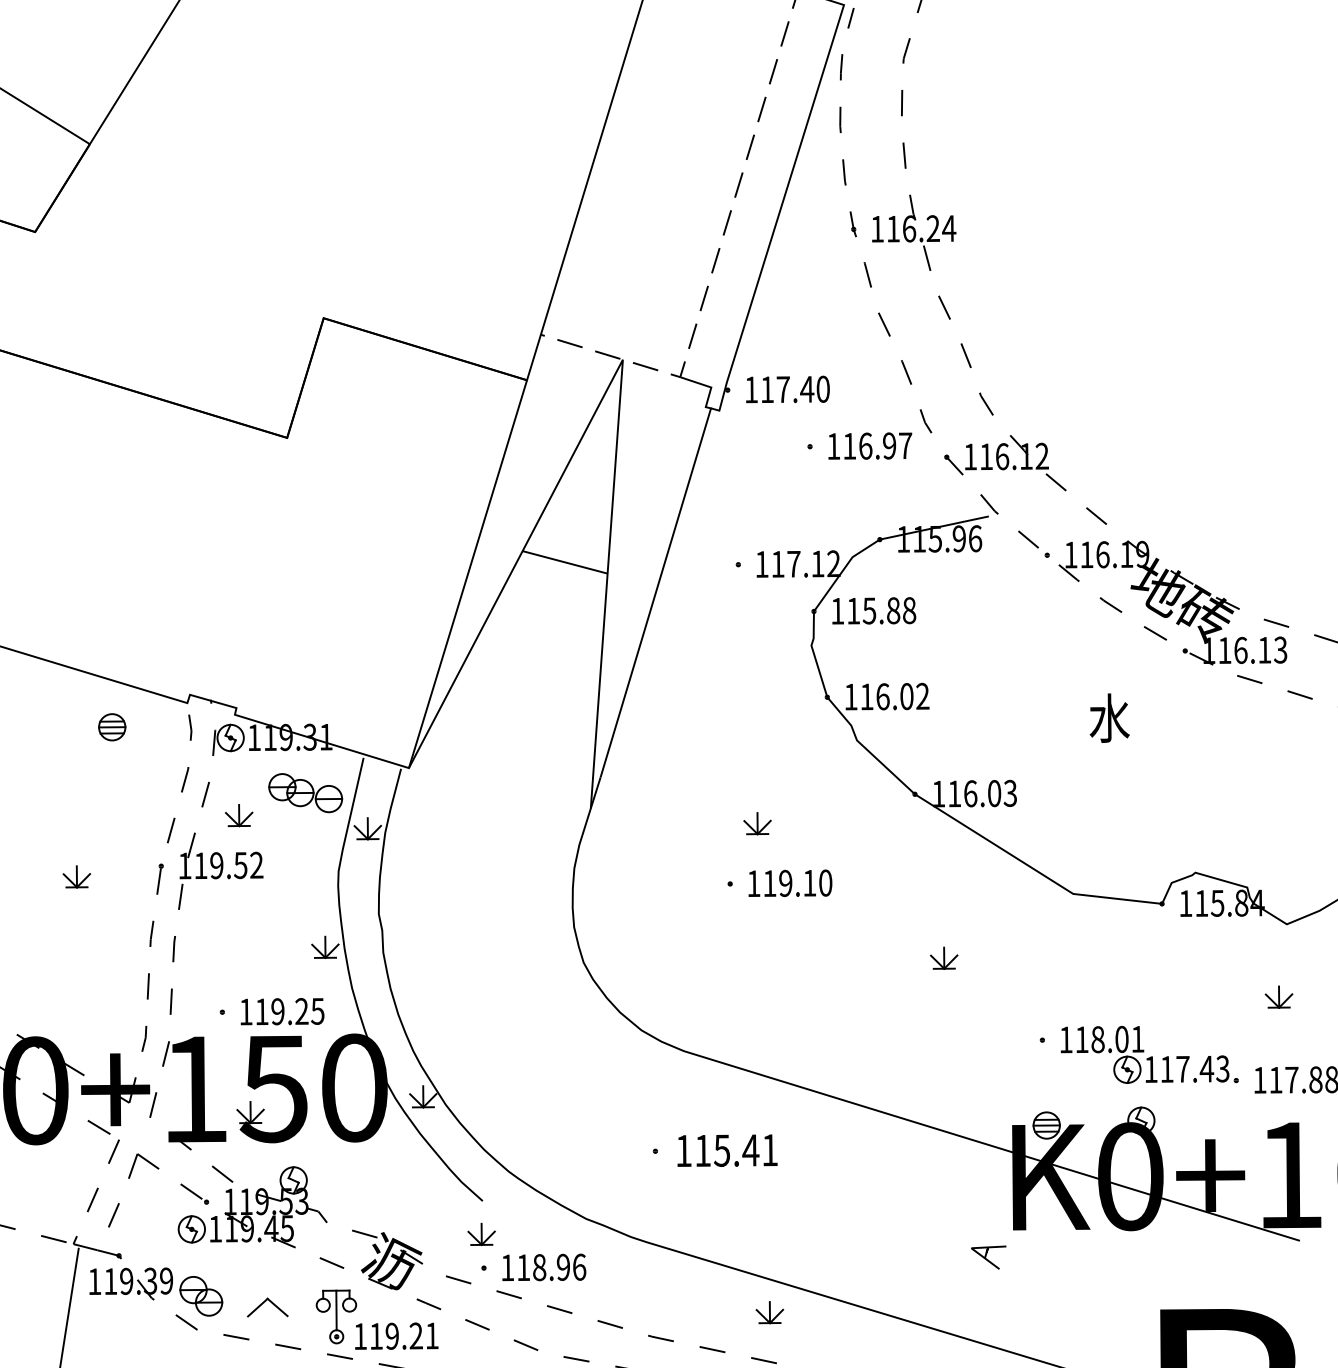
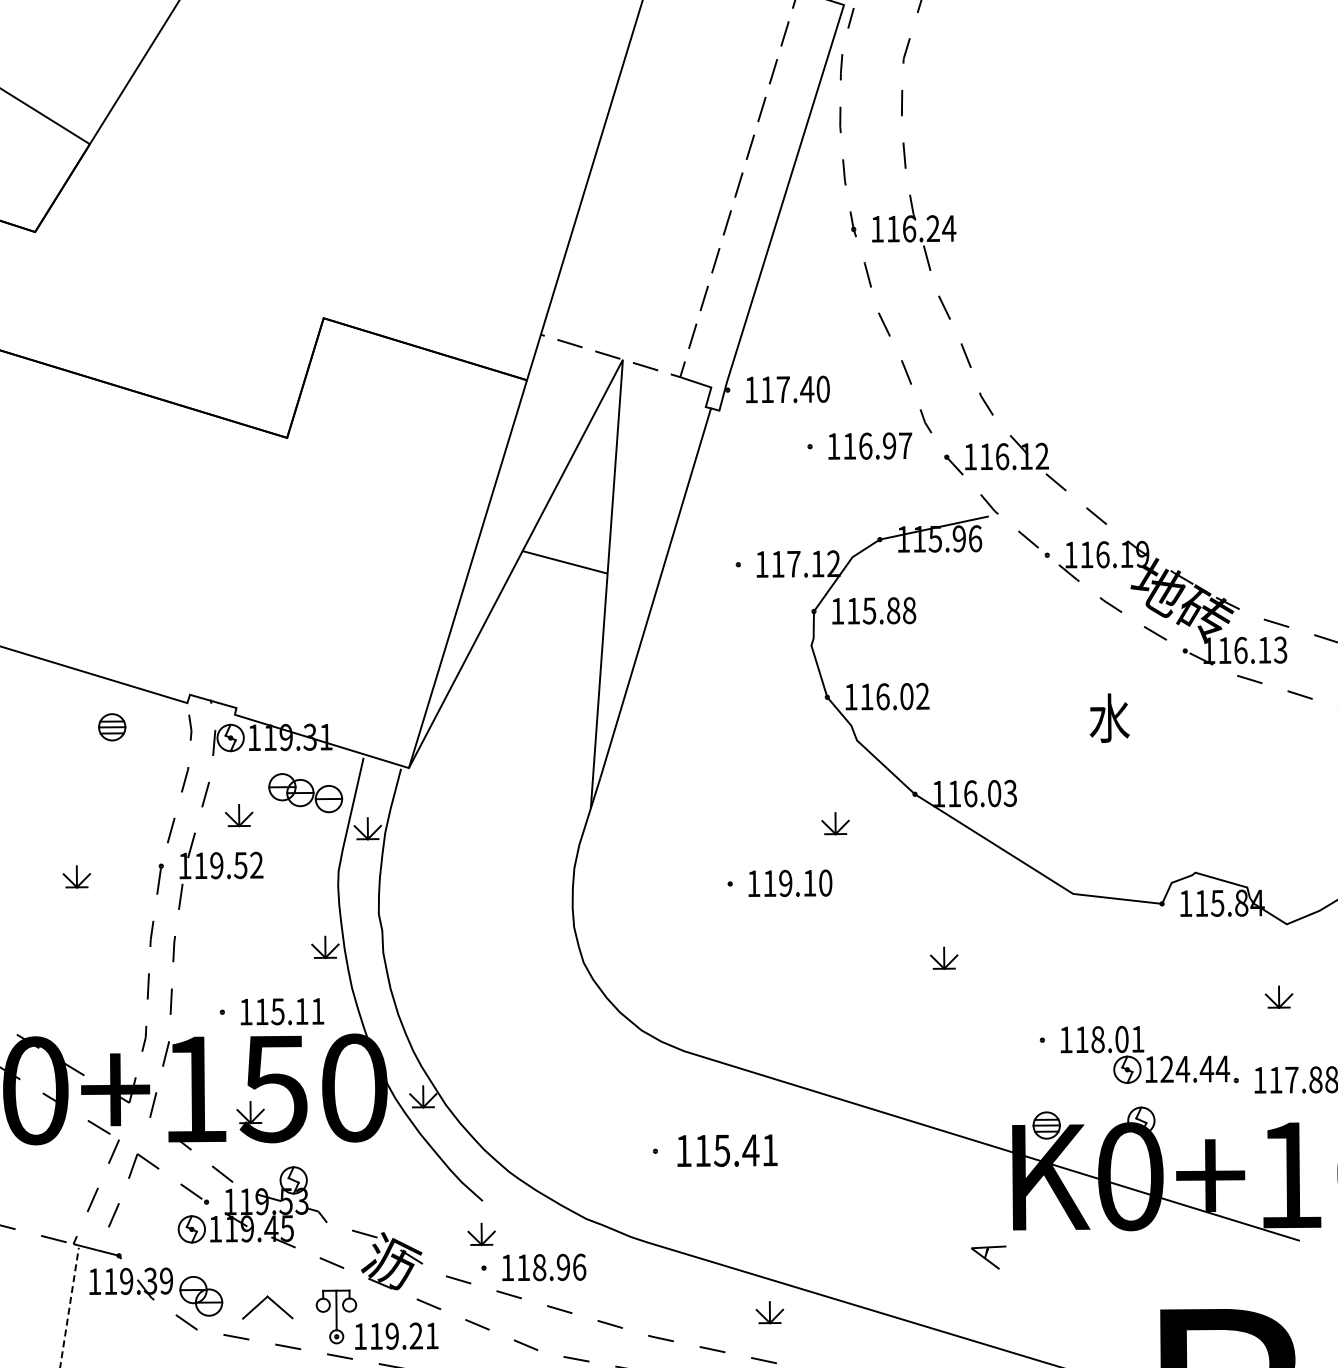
part at (757, 823) position: (757, 823) -> (835, 823)
text at (297, 1011): 119.25 -> 115.11
text at (1195, 1068): 117.43 -> 124.44
line at (69, 1307): solid -> dashed
part at (267, 1307) size: 42x21 px -> 52x25 px
